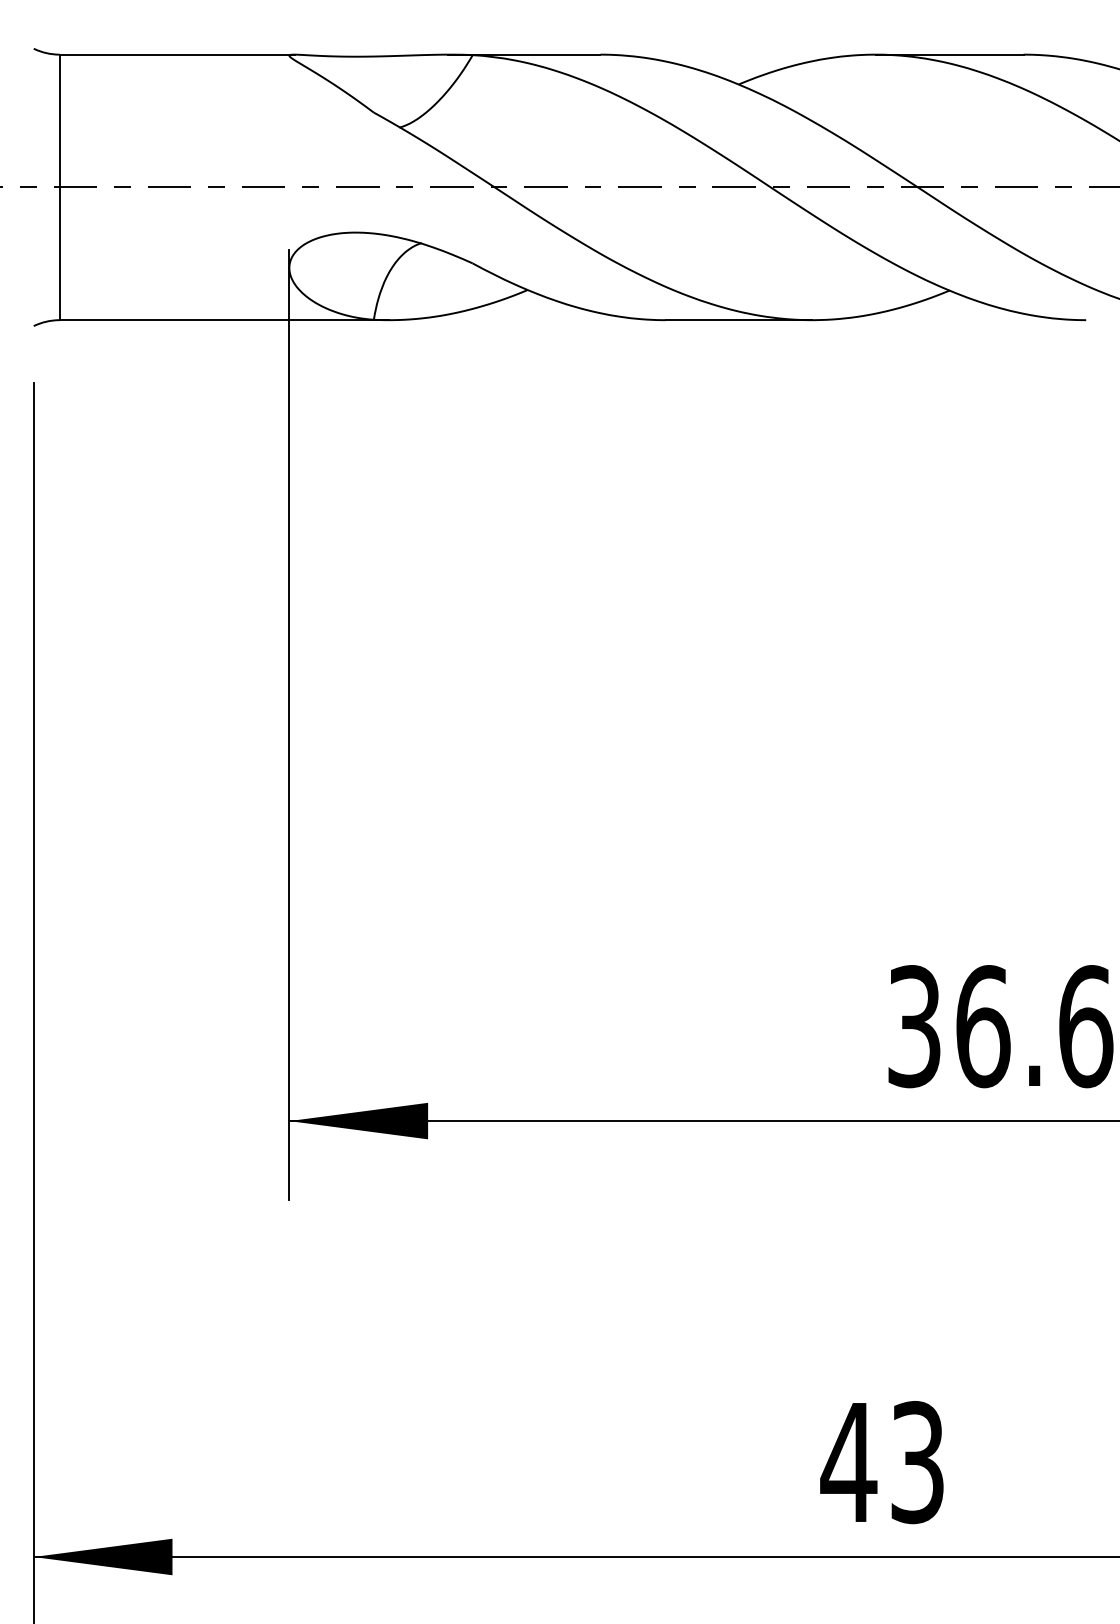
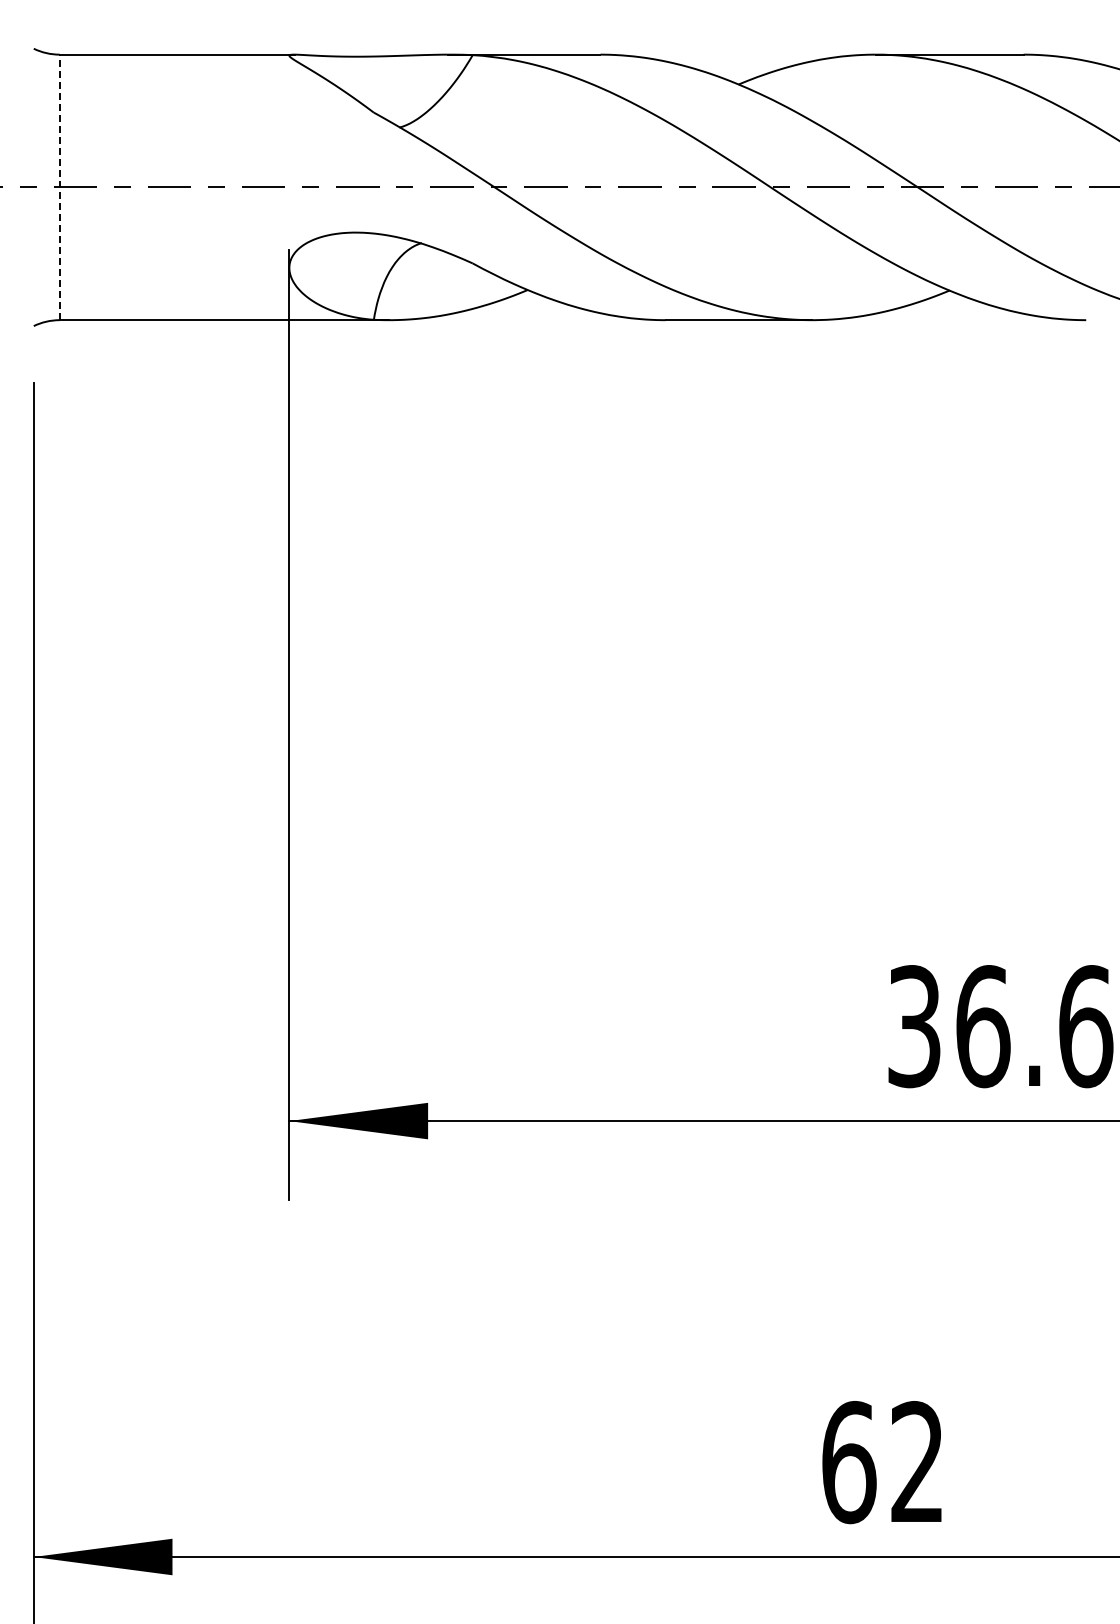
line at (59, 187): solid -> dashed
text at (881, 1462): 43 -> 62
